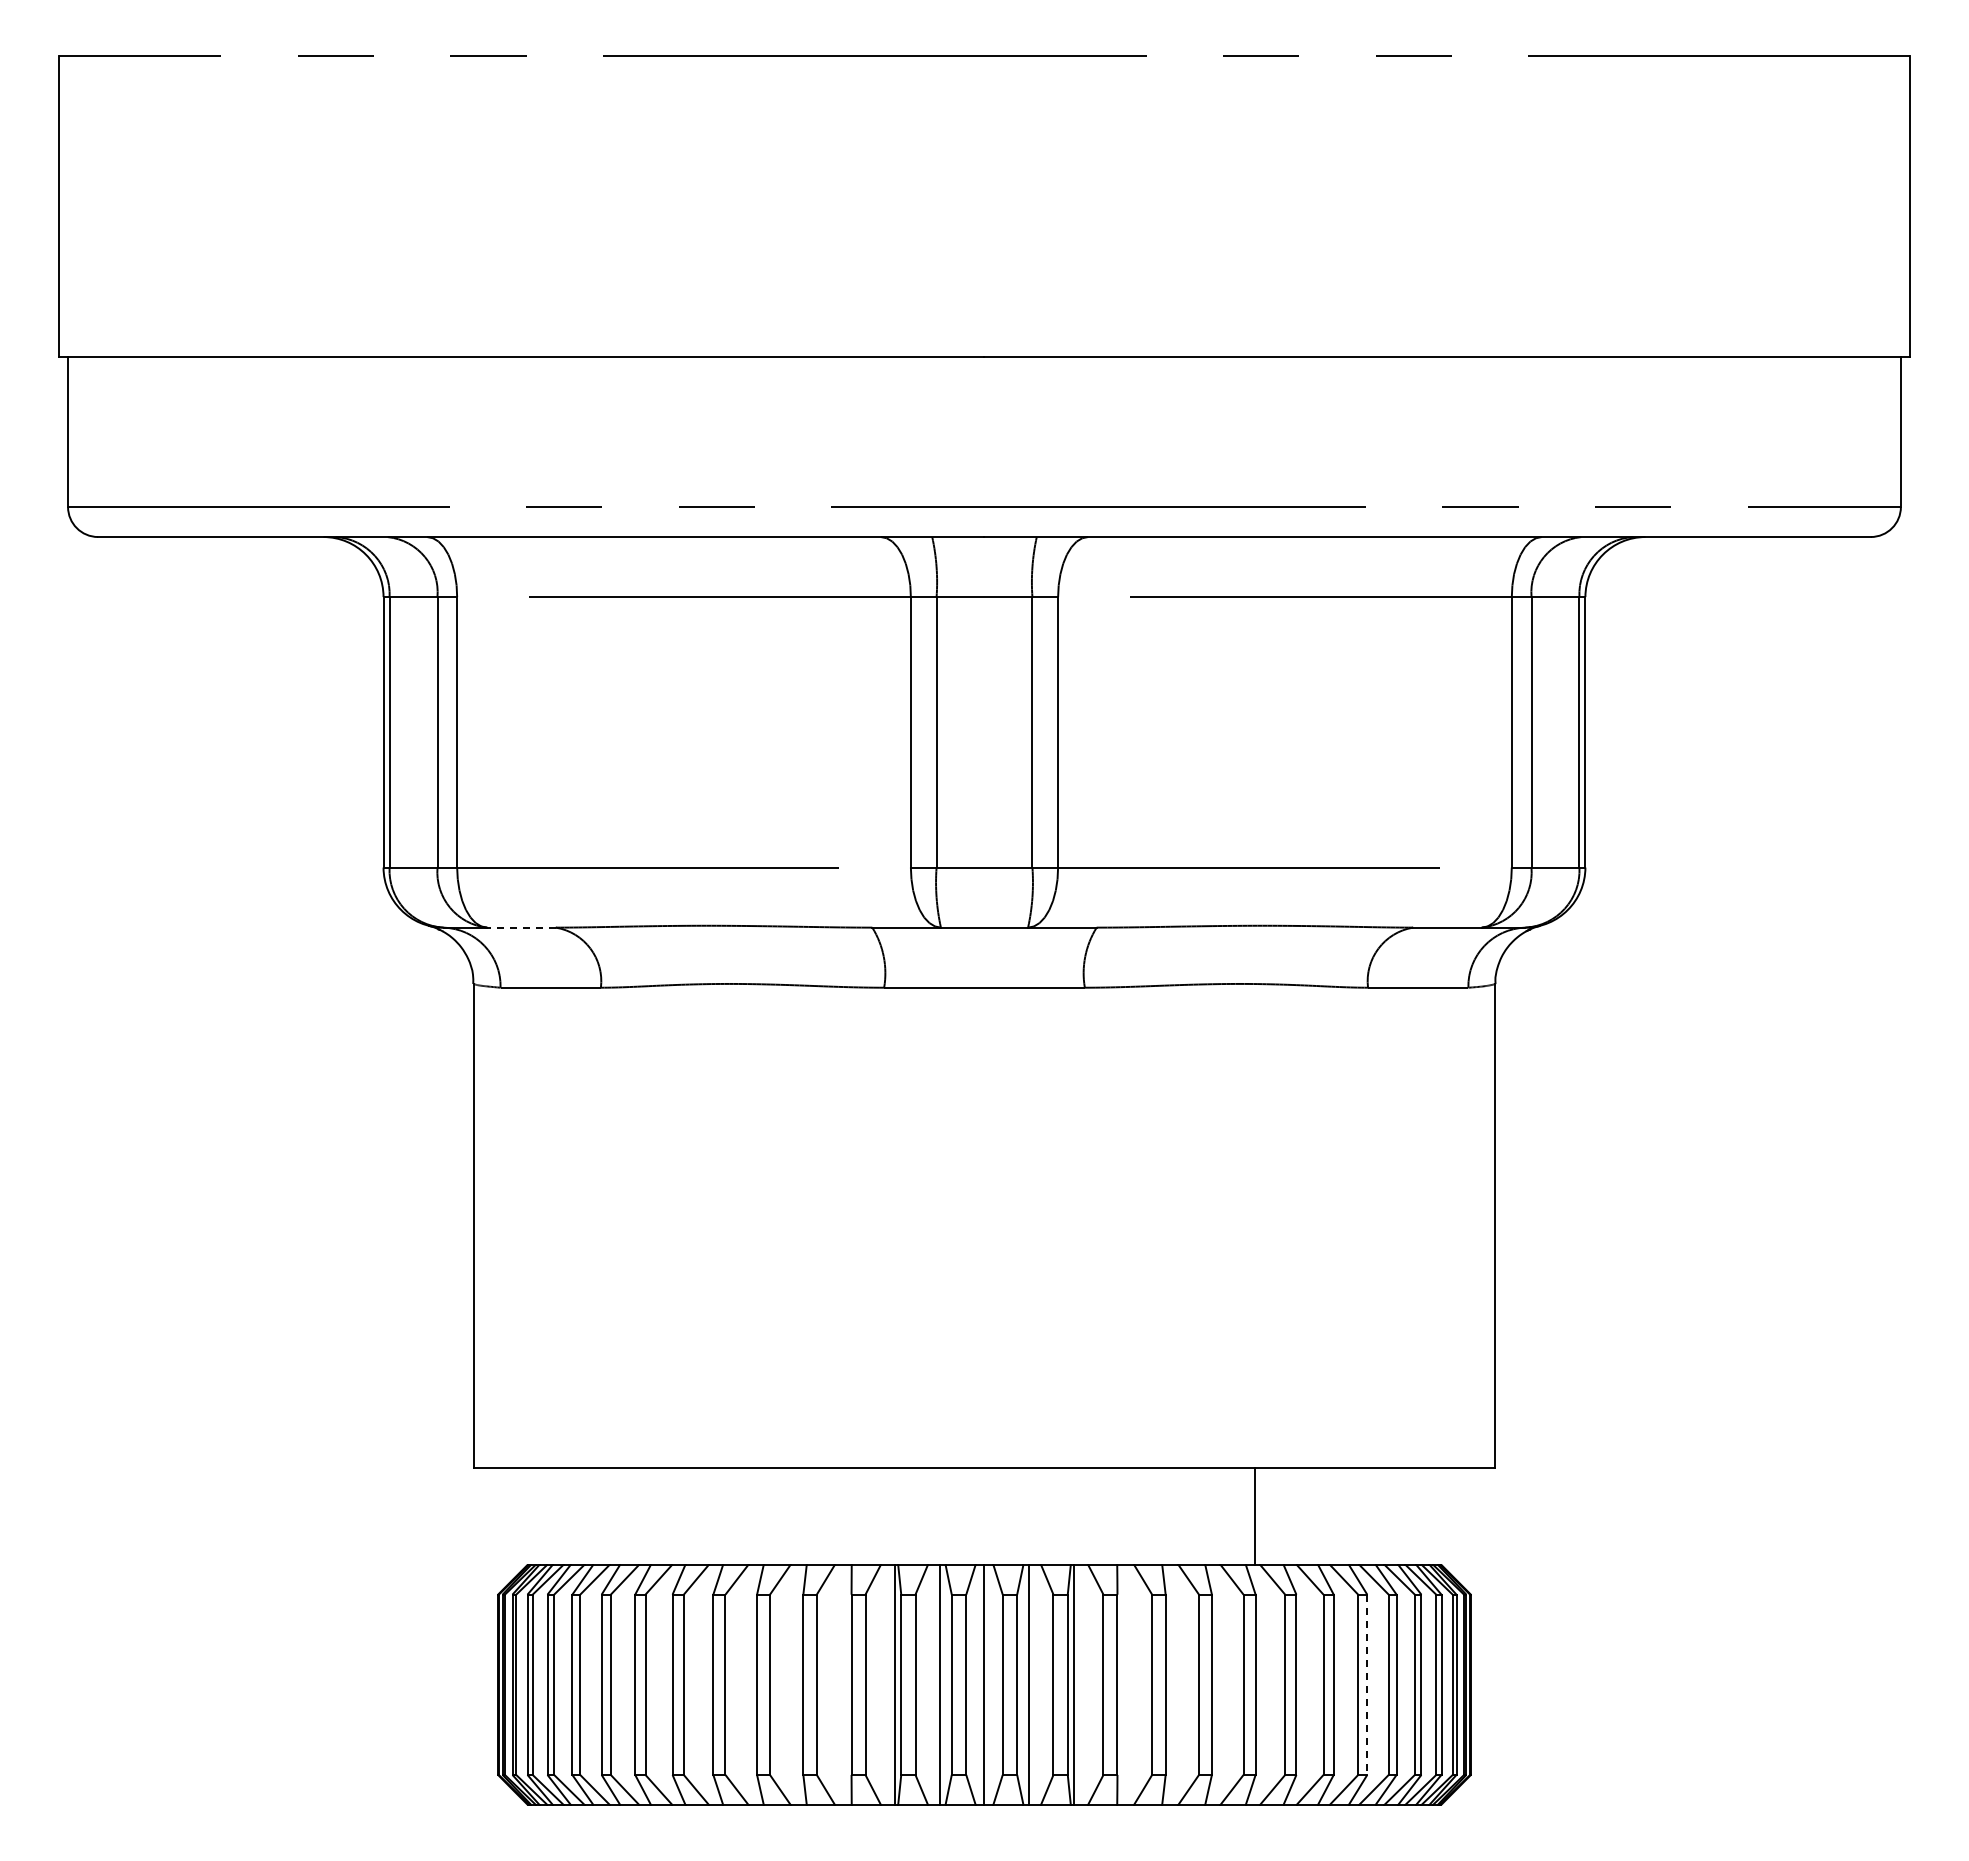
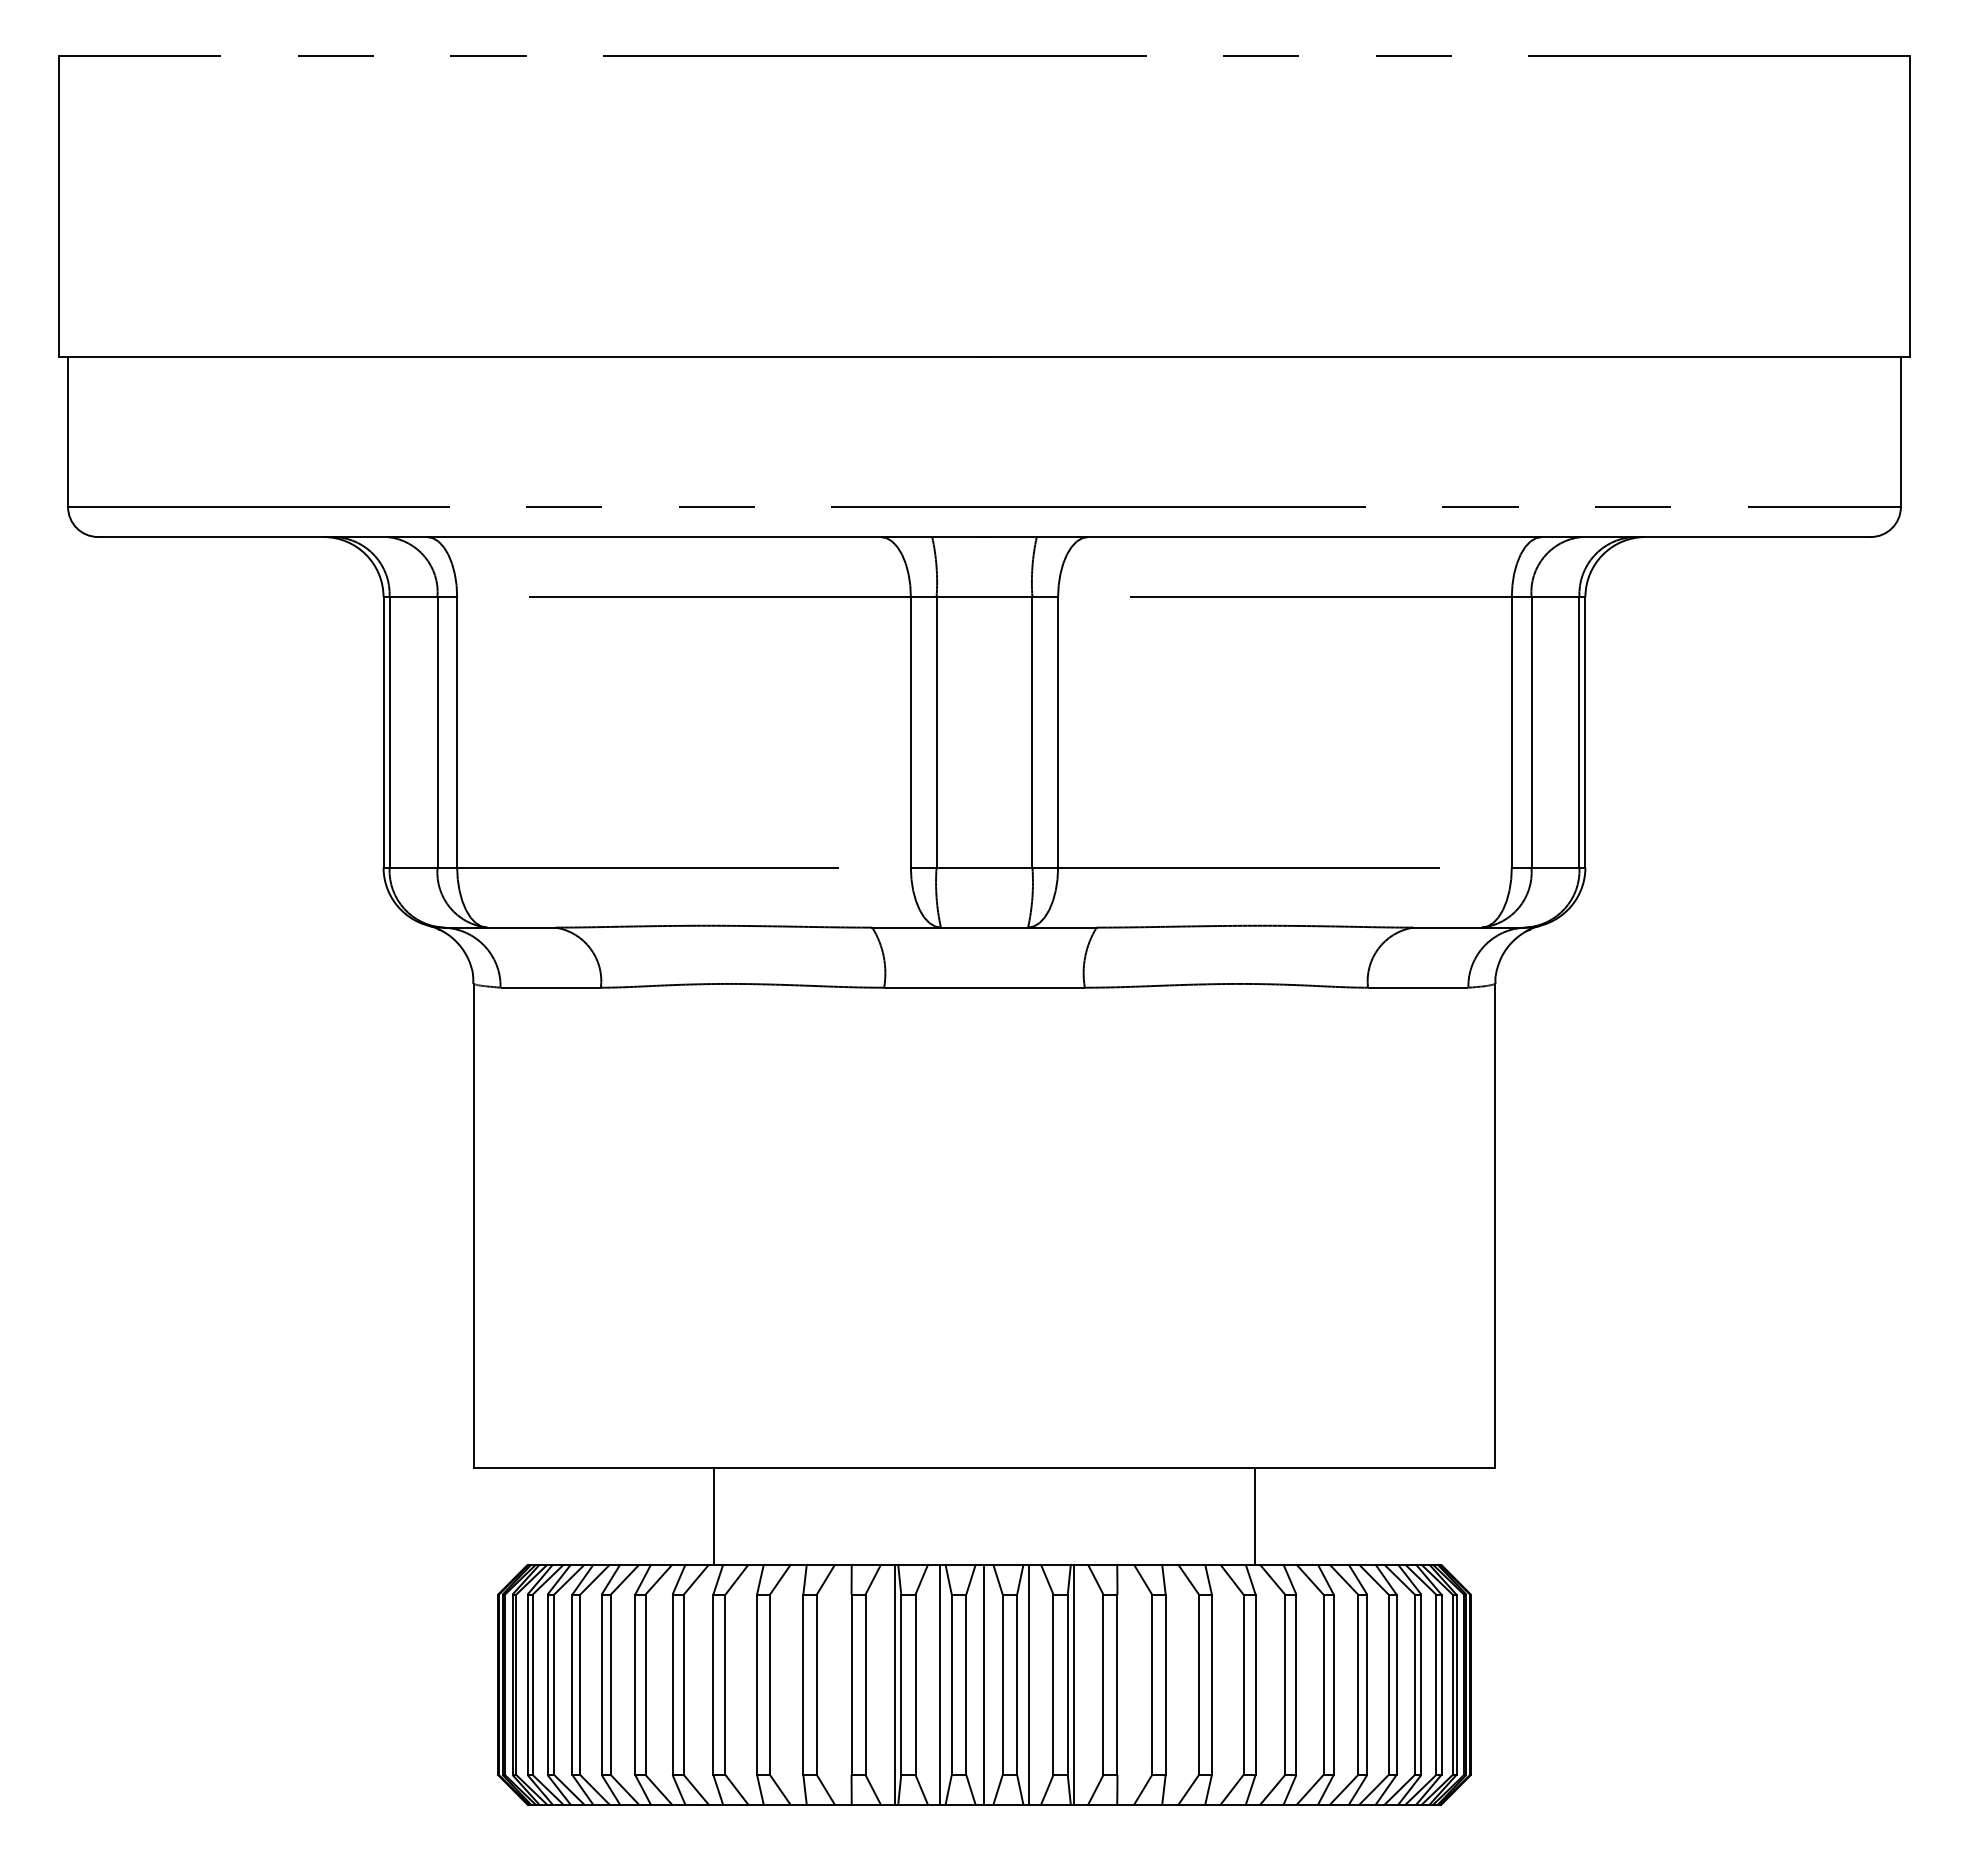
line at (521, 927): dashed -> solid
line at (714, 1516): none -> present
line at (1367, 1685): dashed -> solid
